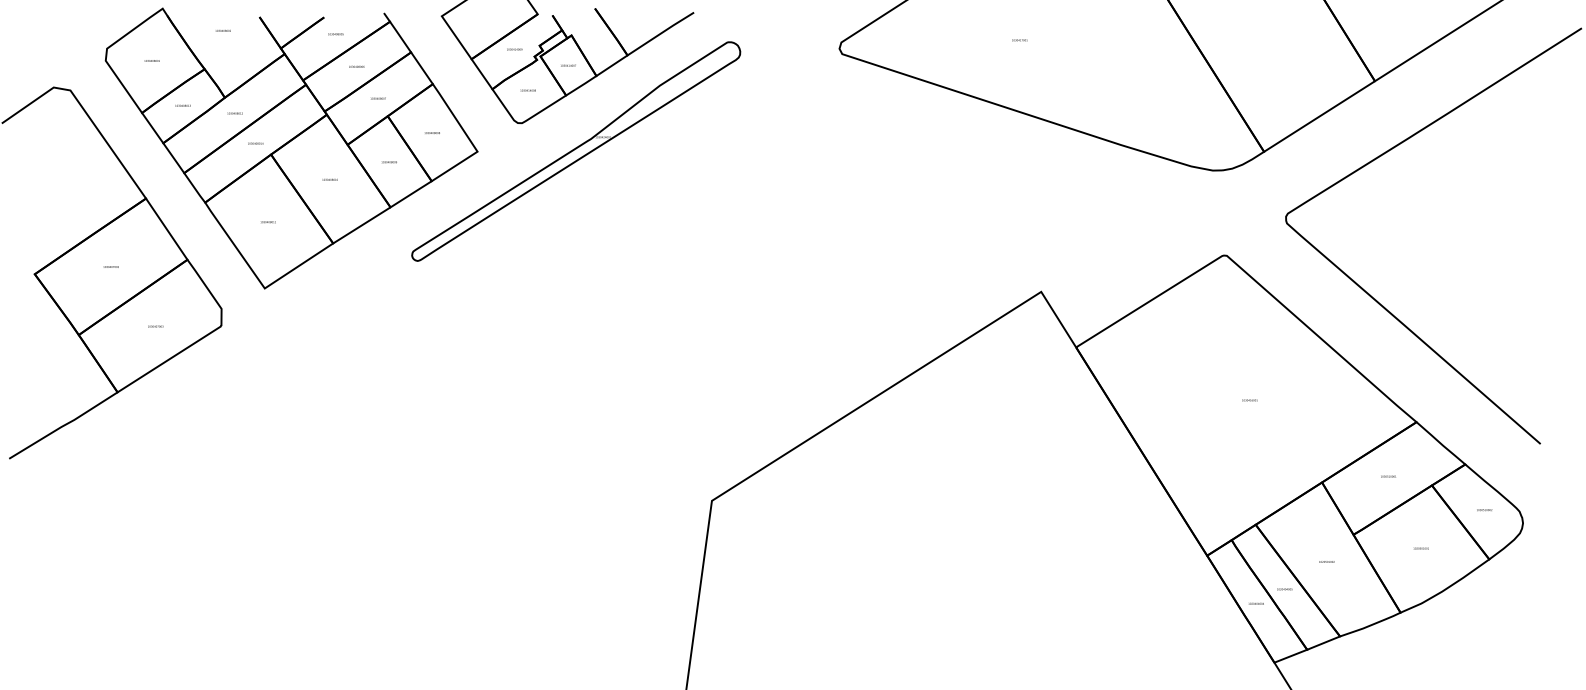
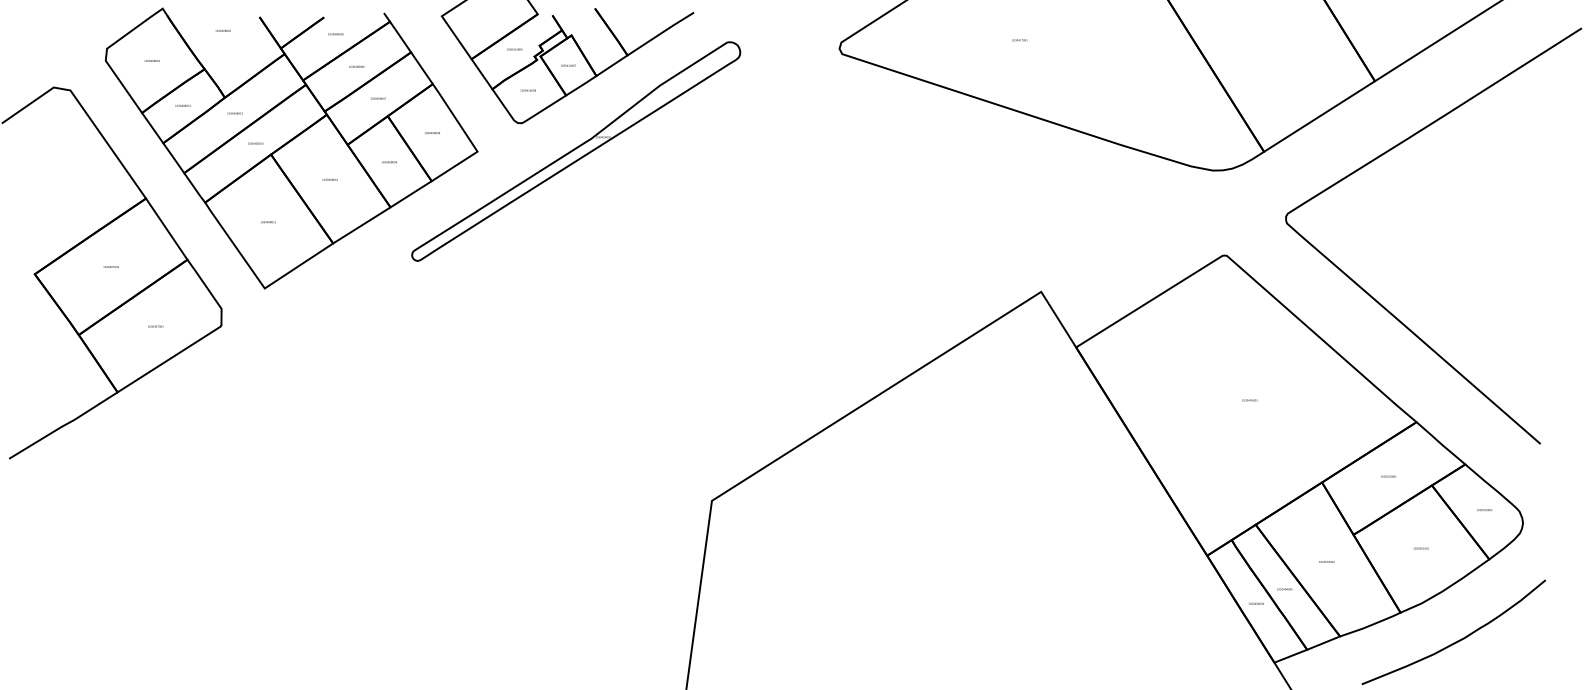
curve at (1457, 640): none -> present
